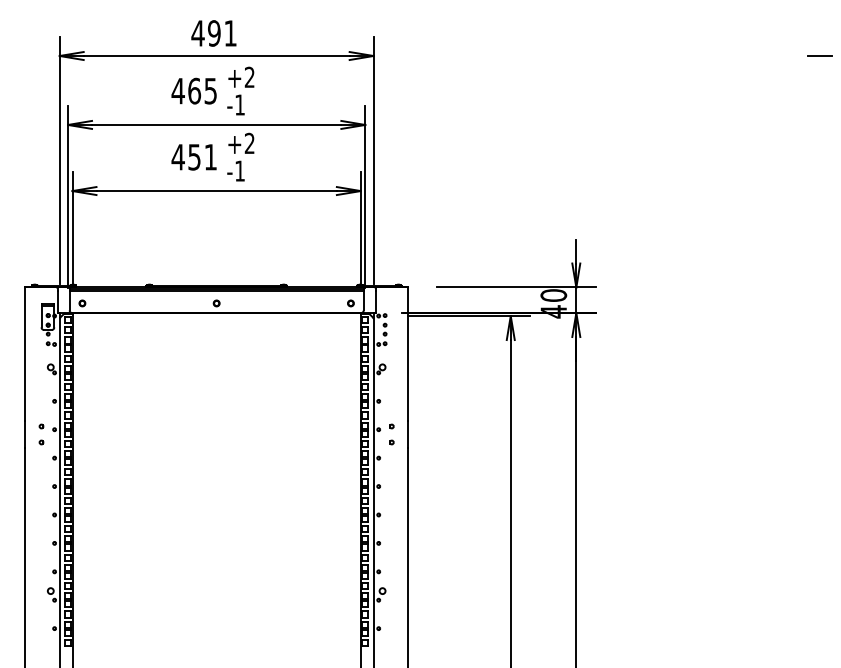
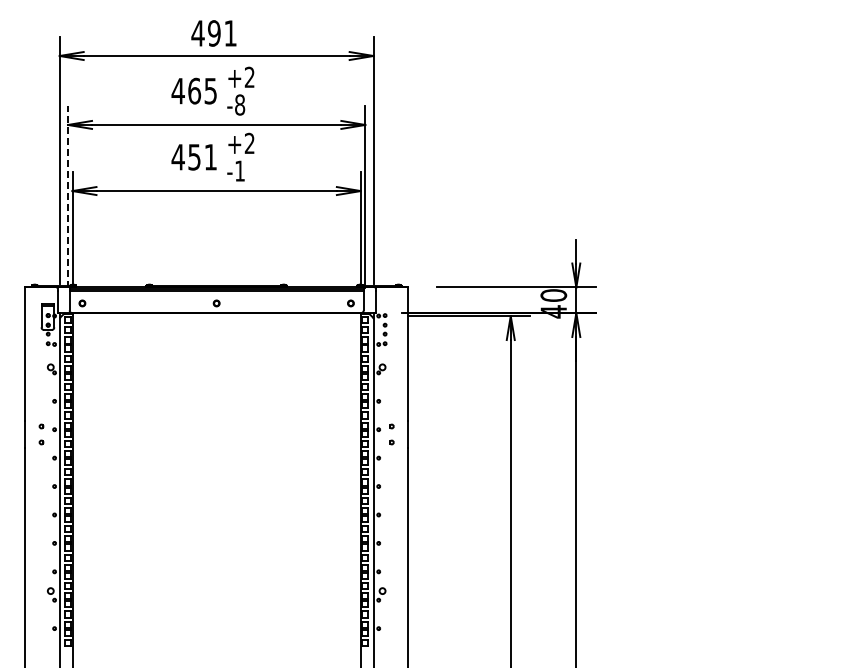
line at (819, 55): present -> none
text at (240, 104): -1 -> -8
line at (68, 196): solid -> dashed
